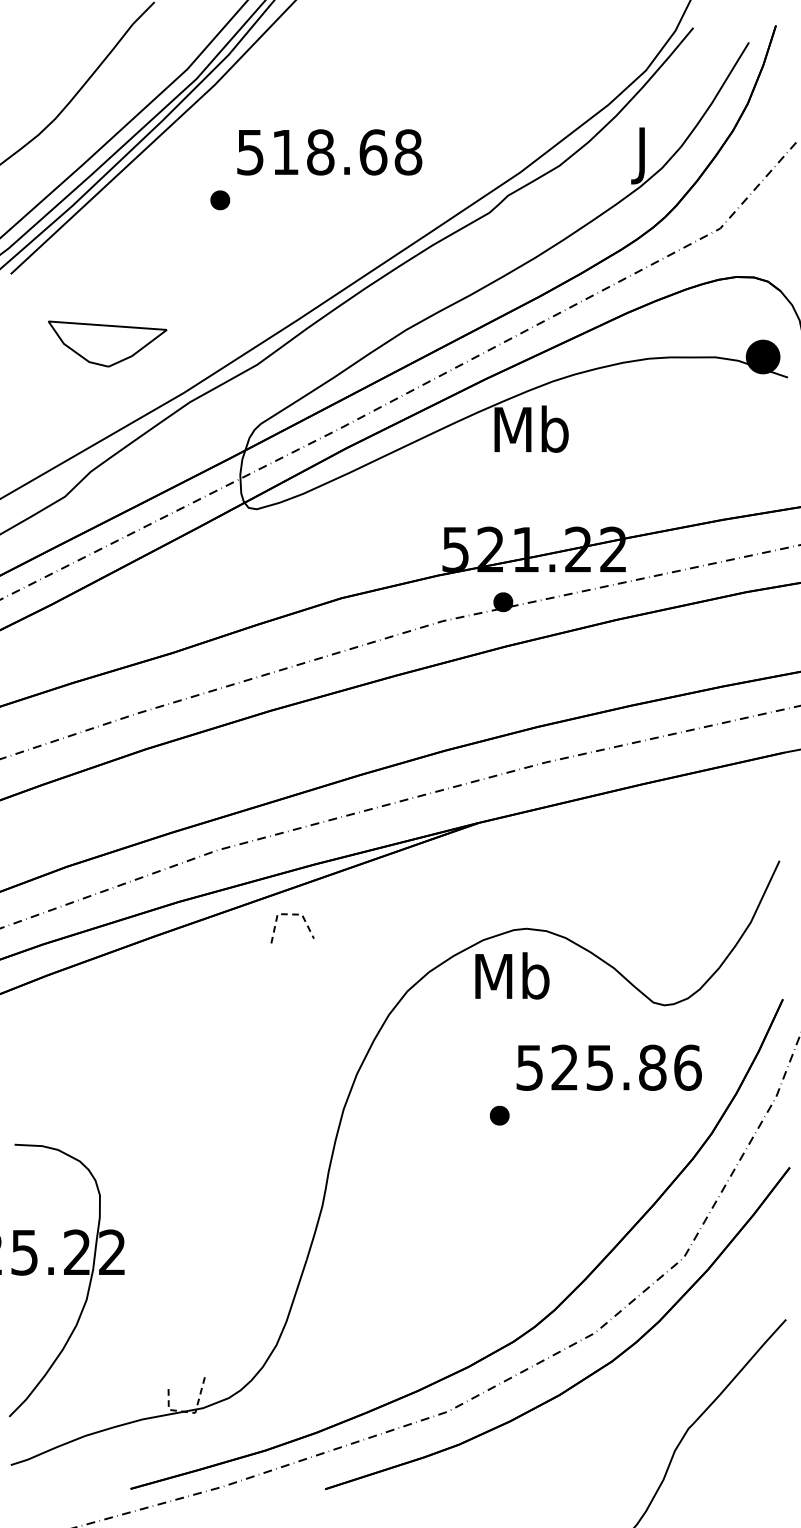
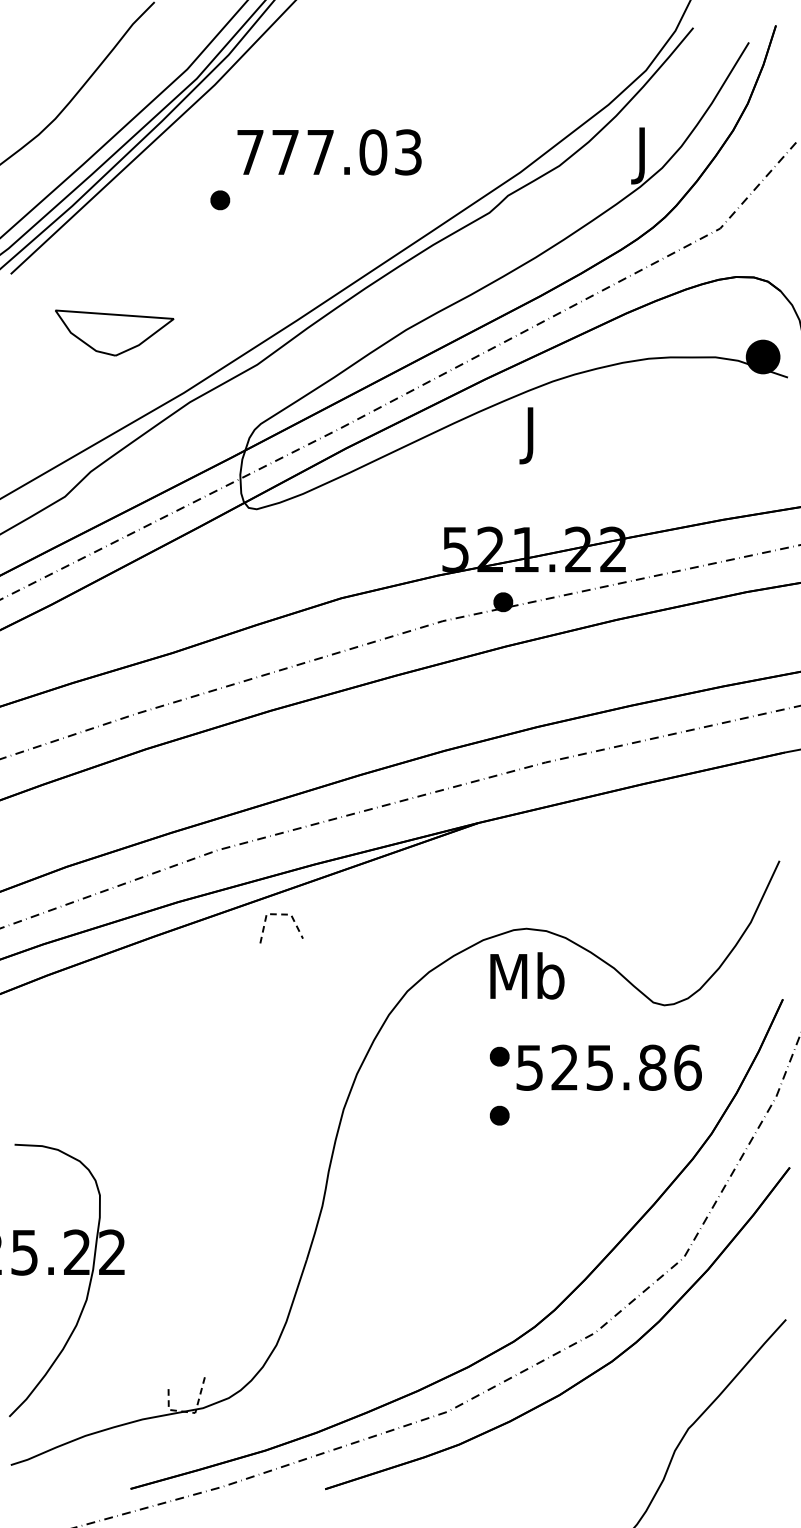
text at (329, 152): 518.68 -> 777.03
part at (107, 343) position: (107, 343) -> (114, 332)
text at (531, 434): Mb -> J
line at (292, 915) position: (292, 915) -> (281, 915)
text at (512, 975) position: (512, 975) -> (527, 975)
part at (499, 1056): none -> present
